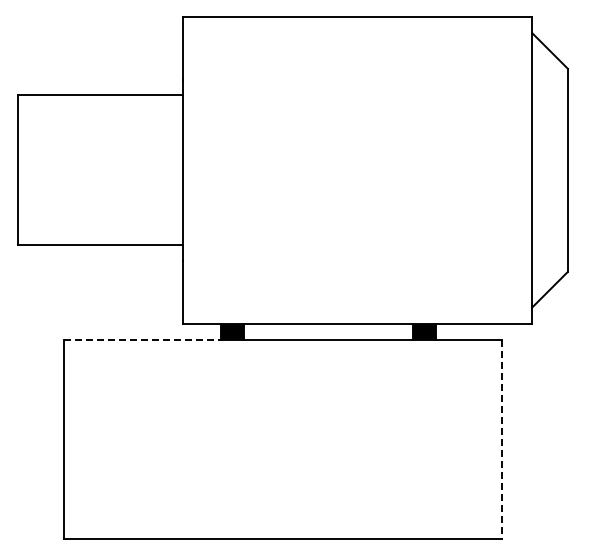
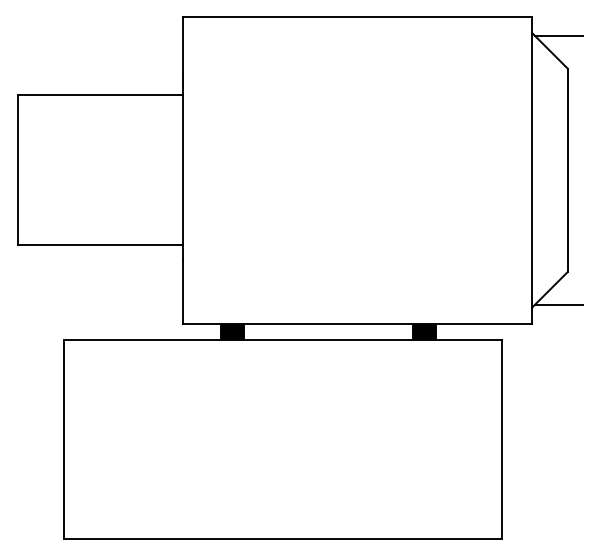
line at (558, 35): none -> present
line at (558, 304): none -> present
line at (143, 339): dashed -> solid
line at (501, 439): dashed -> solid
